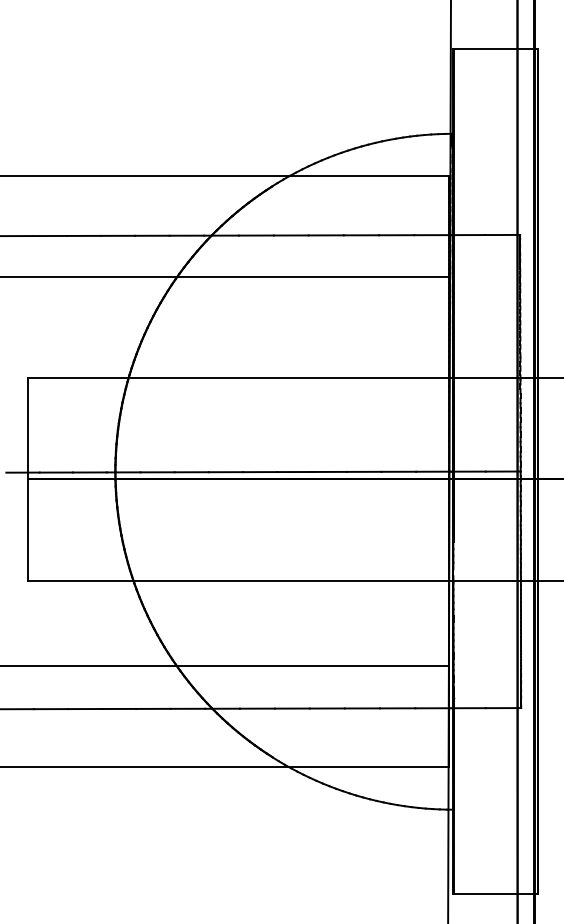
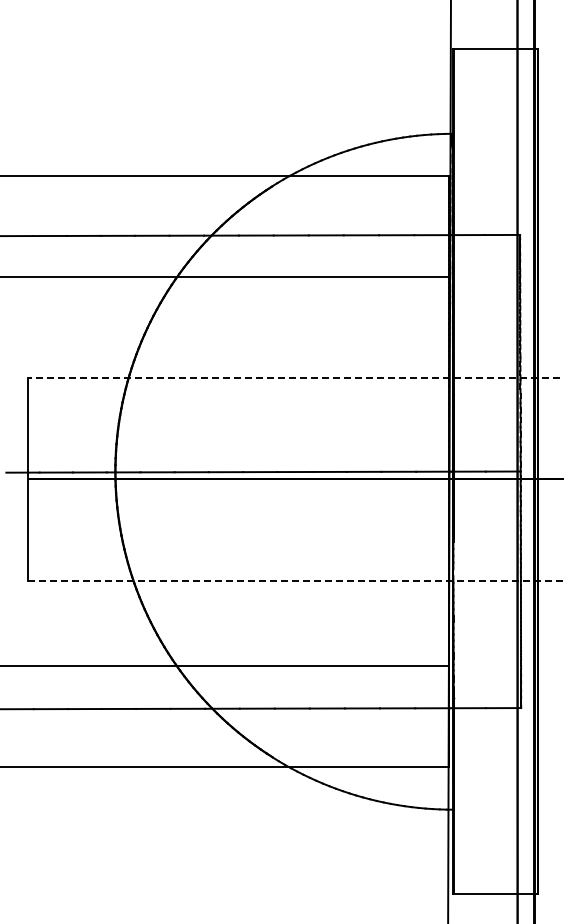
line at (295, 377): solid -> dashed
line at (295, 580): solid -> dashed
